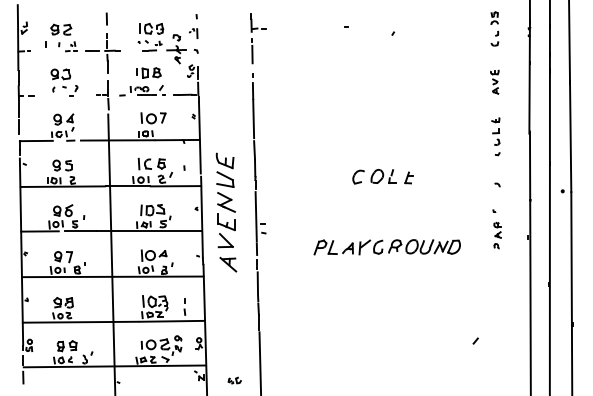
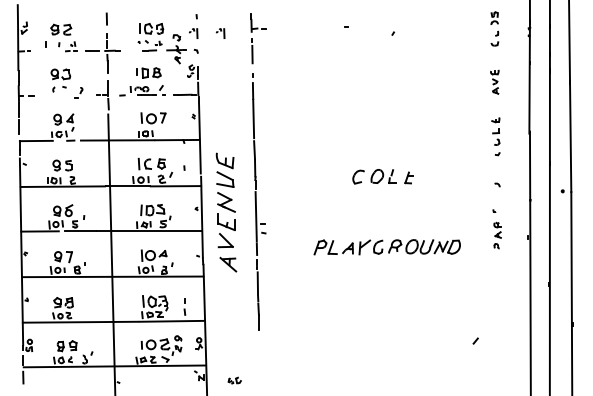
part at (220, 33): none -> present
part at (73, 90) position: (73, 90) -> (78, 92)
line at (260, 362): present -> none
